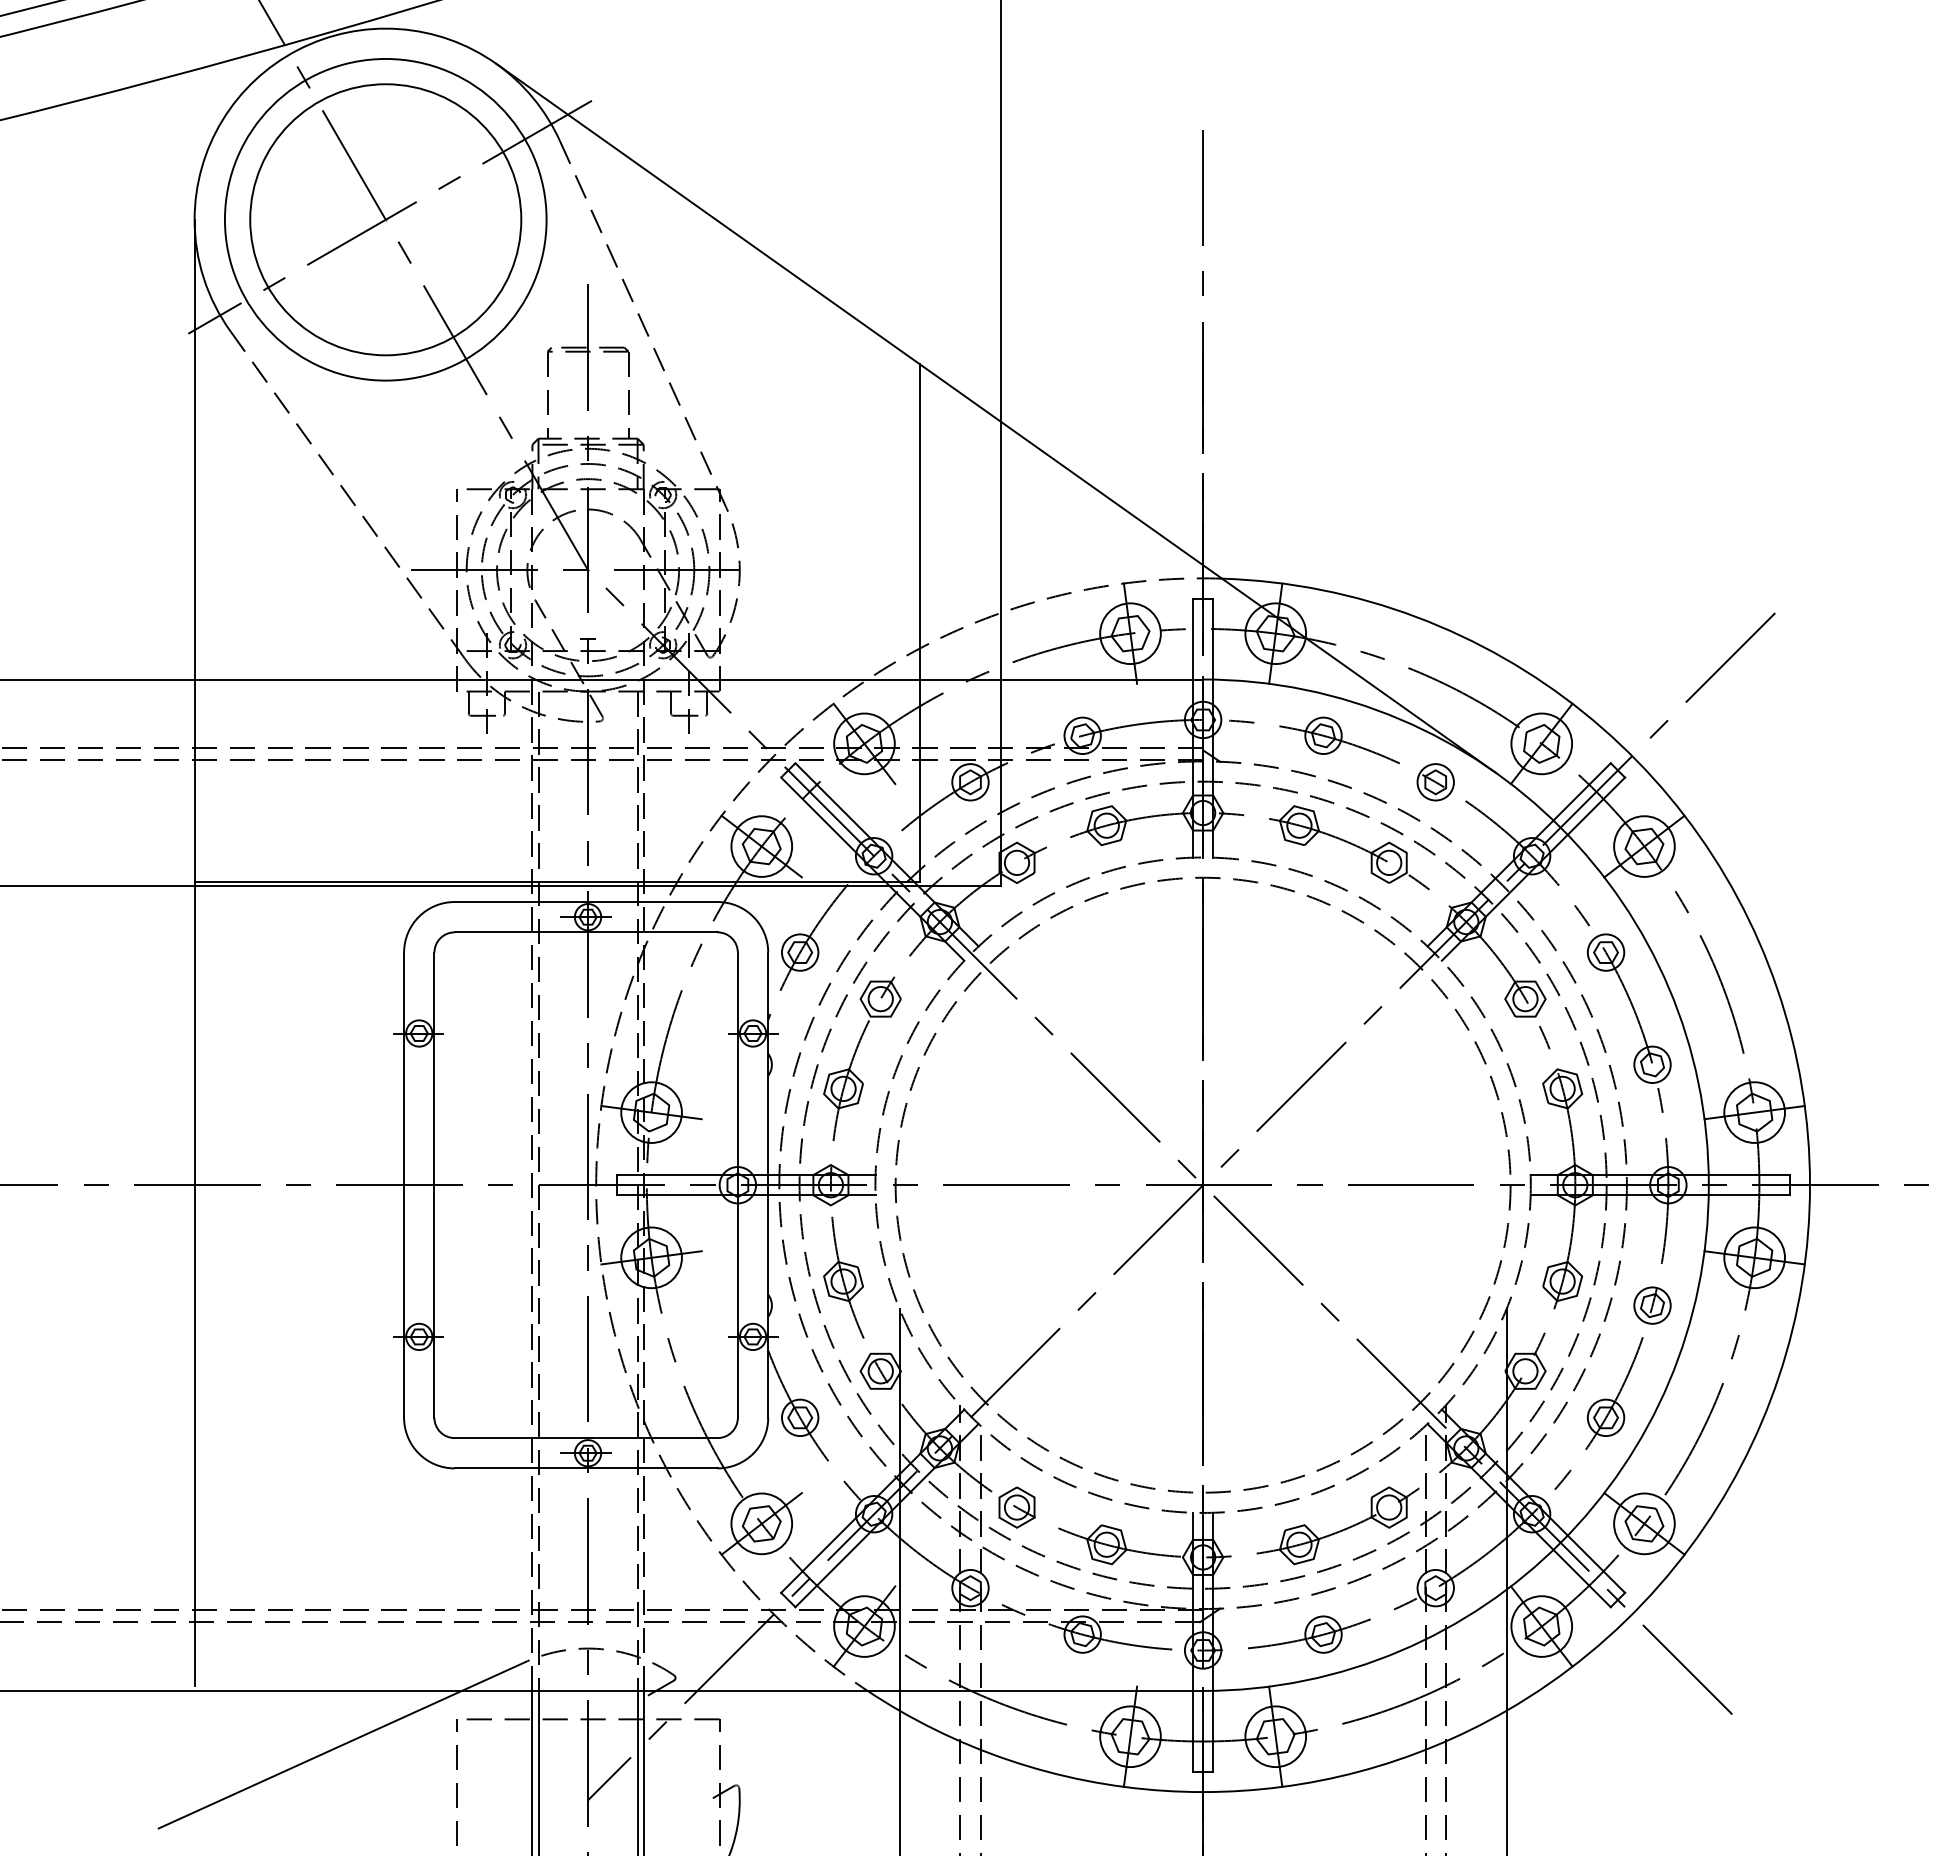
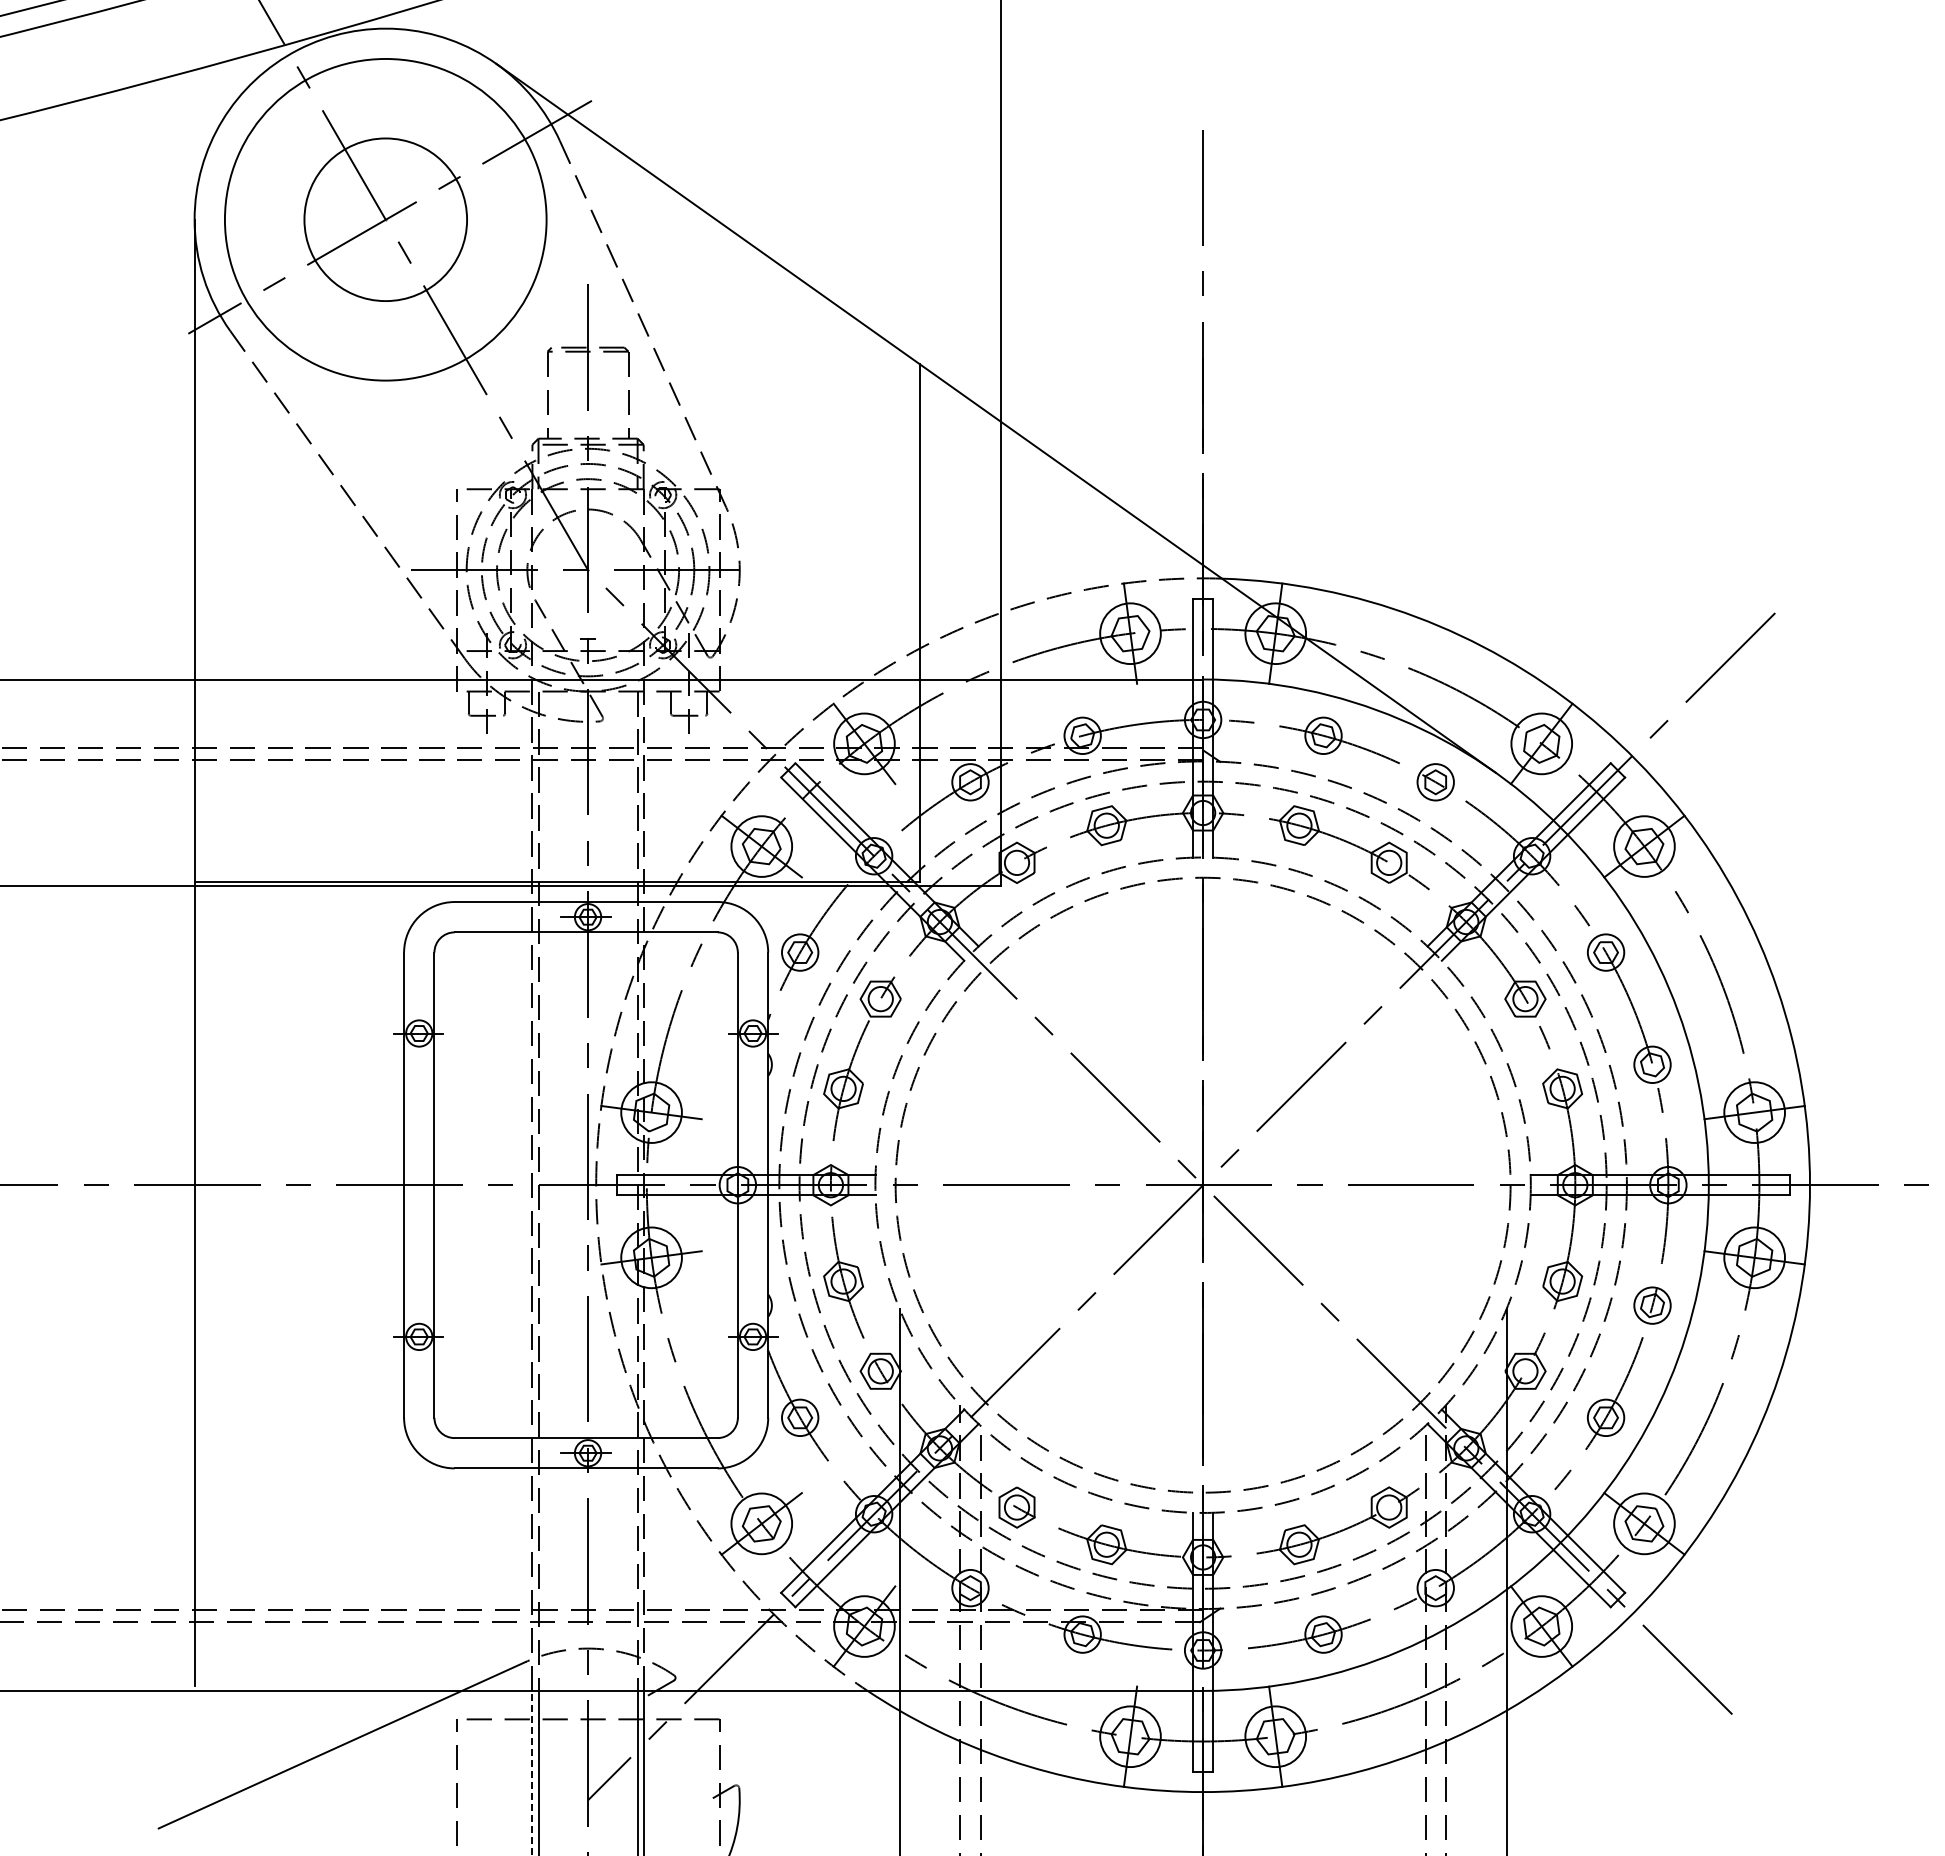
circle at (385, 219) diameter: 271 px -> 163 px
line at (532, 1772): solid -> dashed
